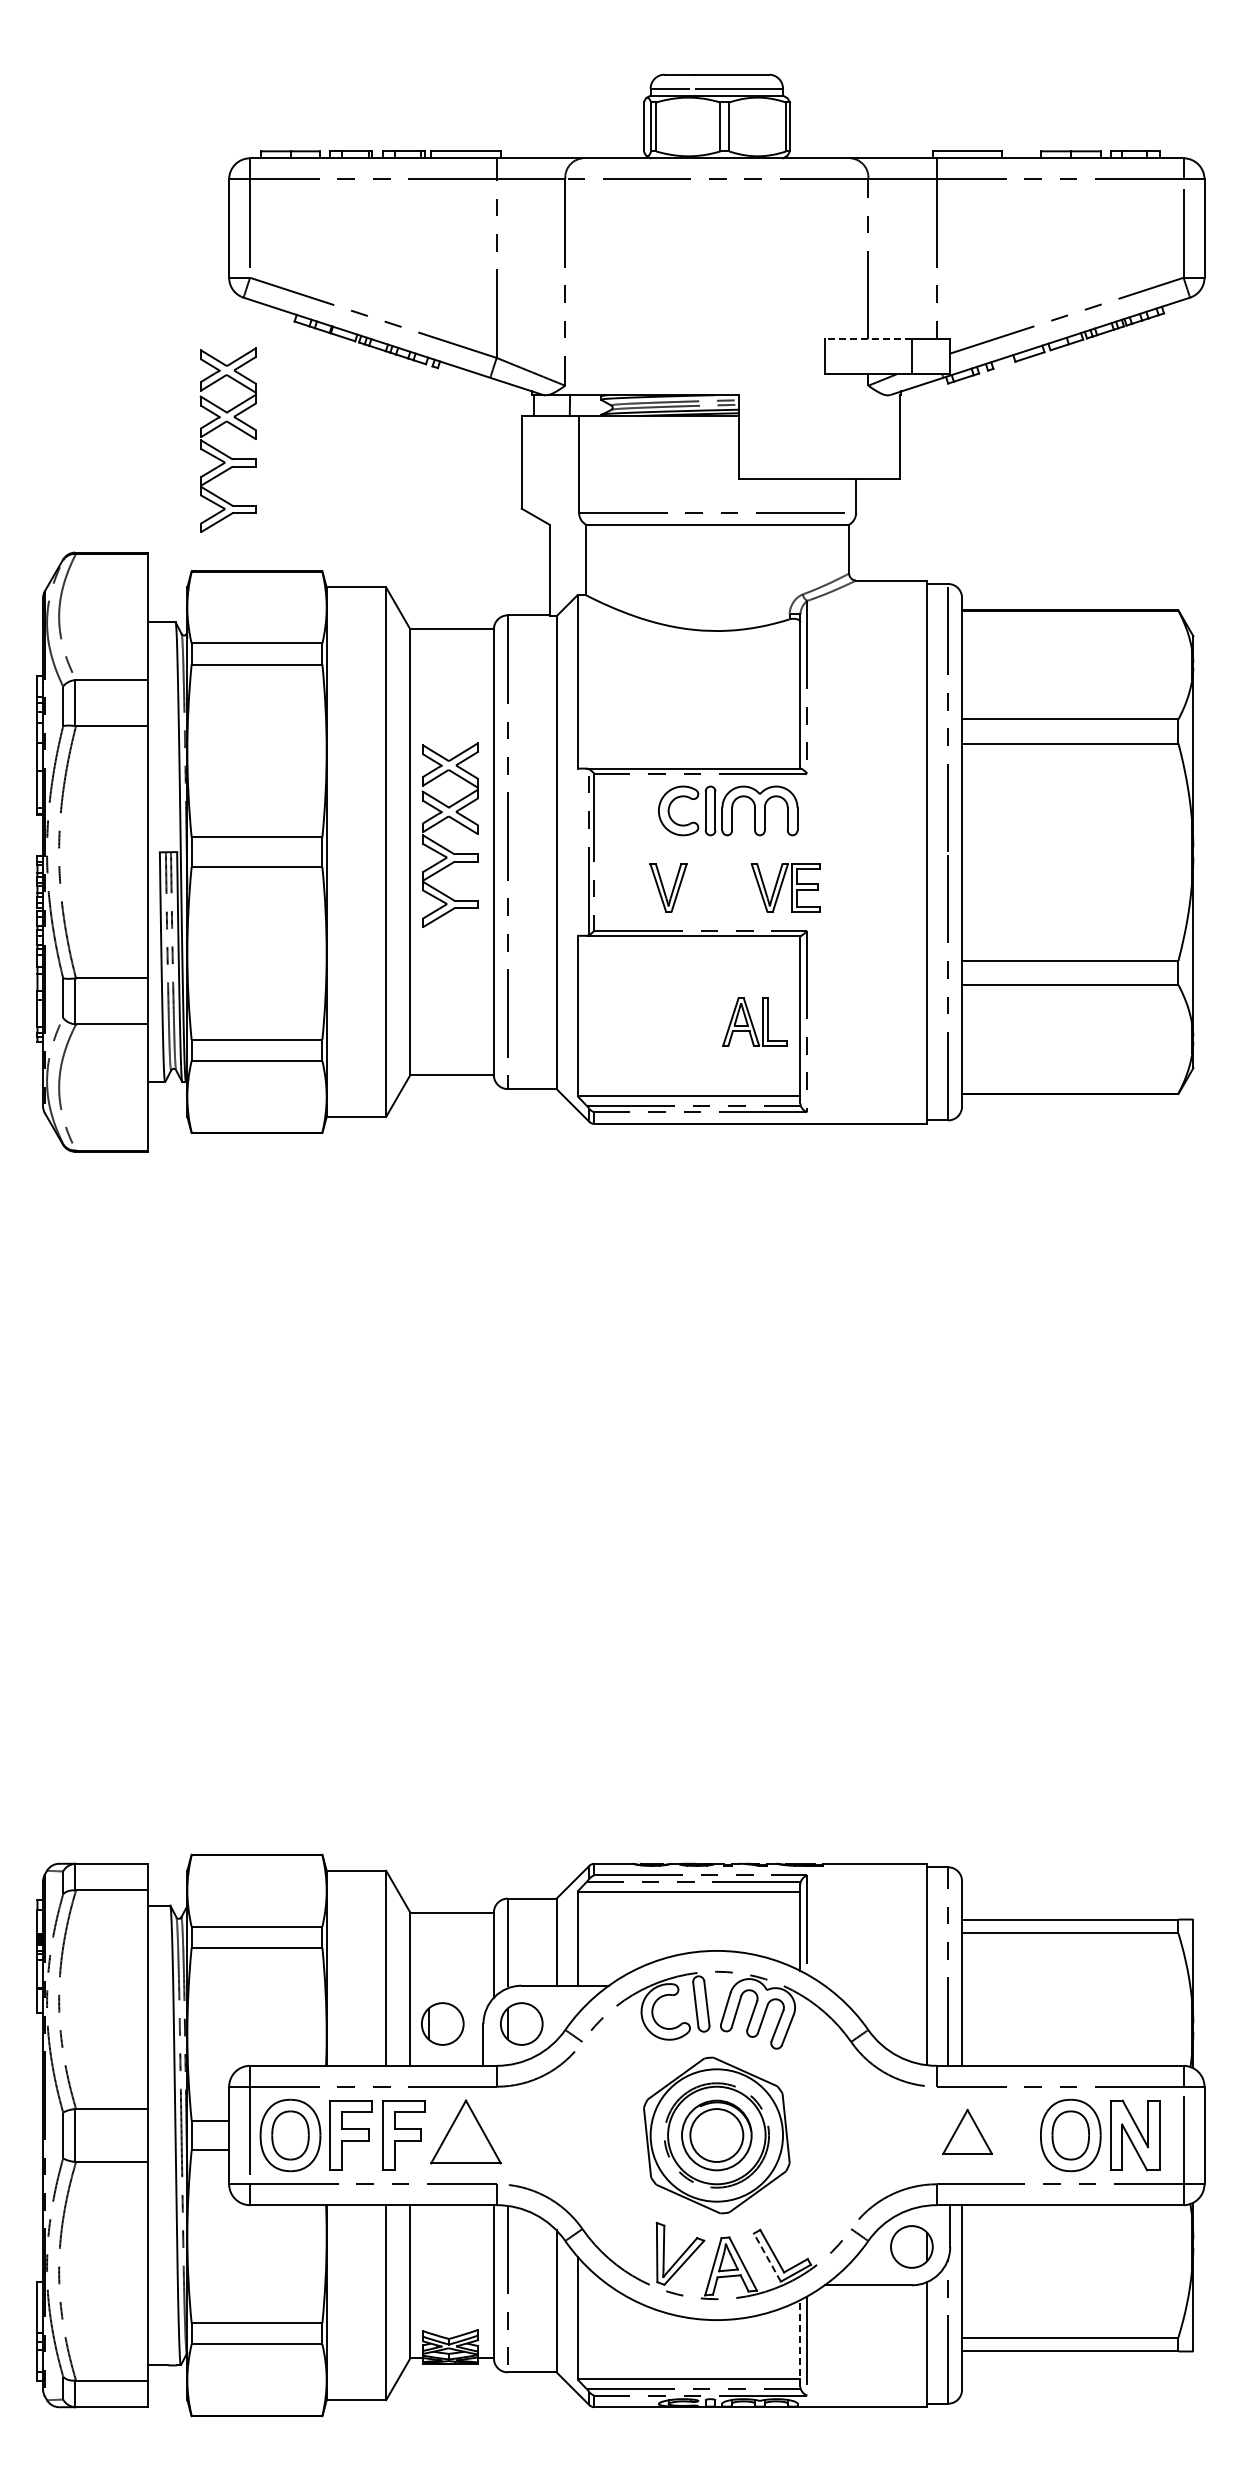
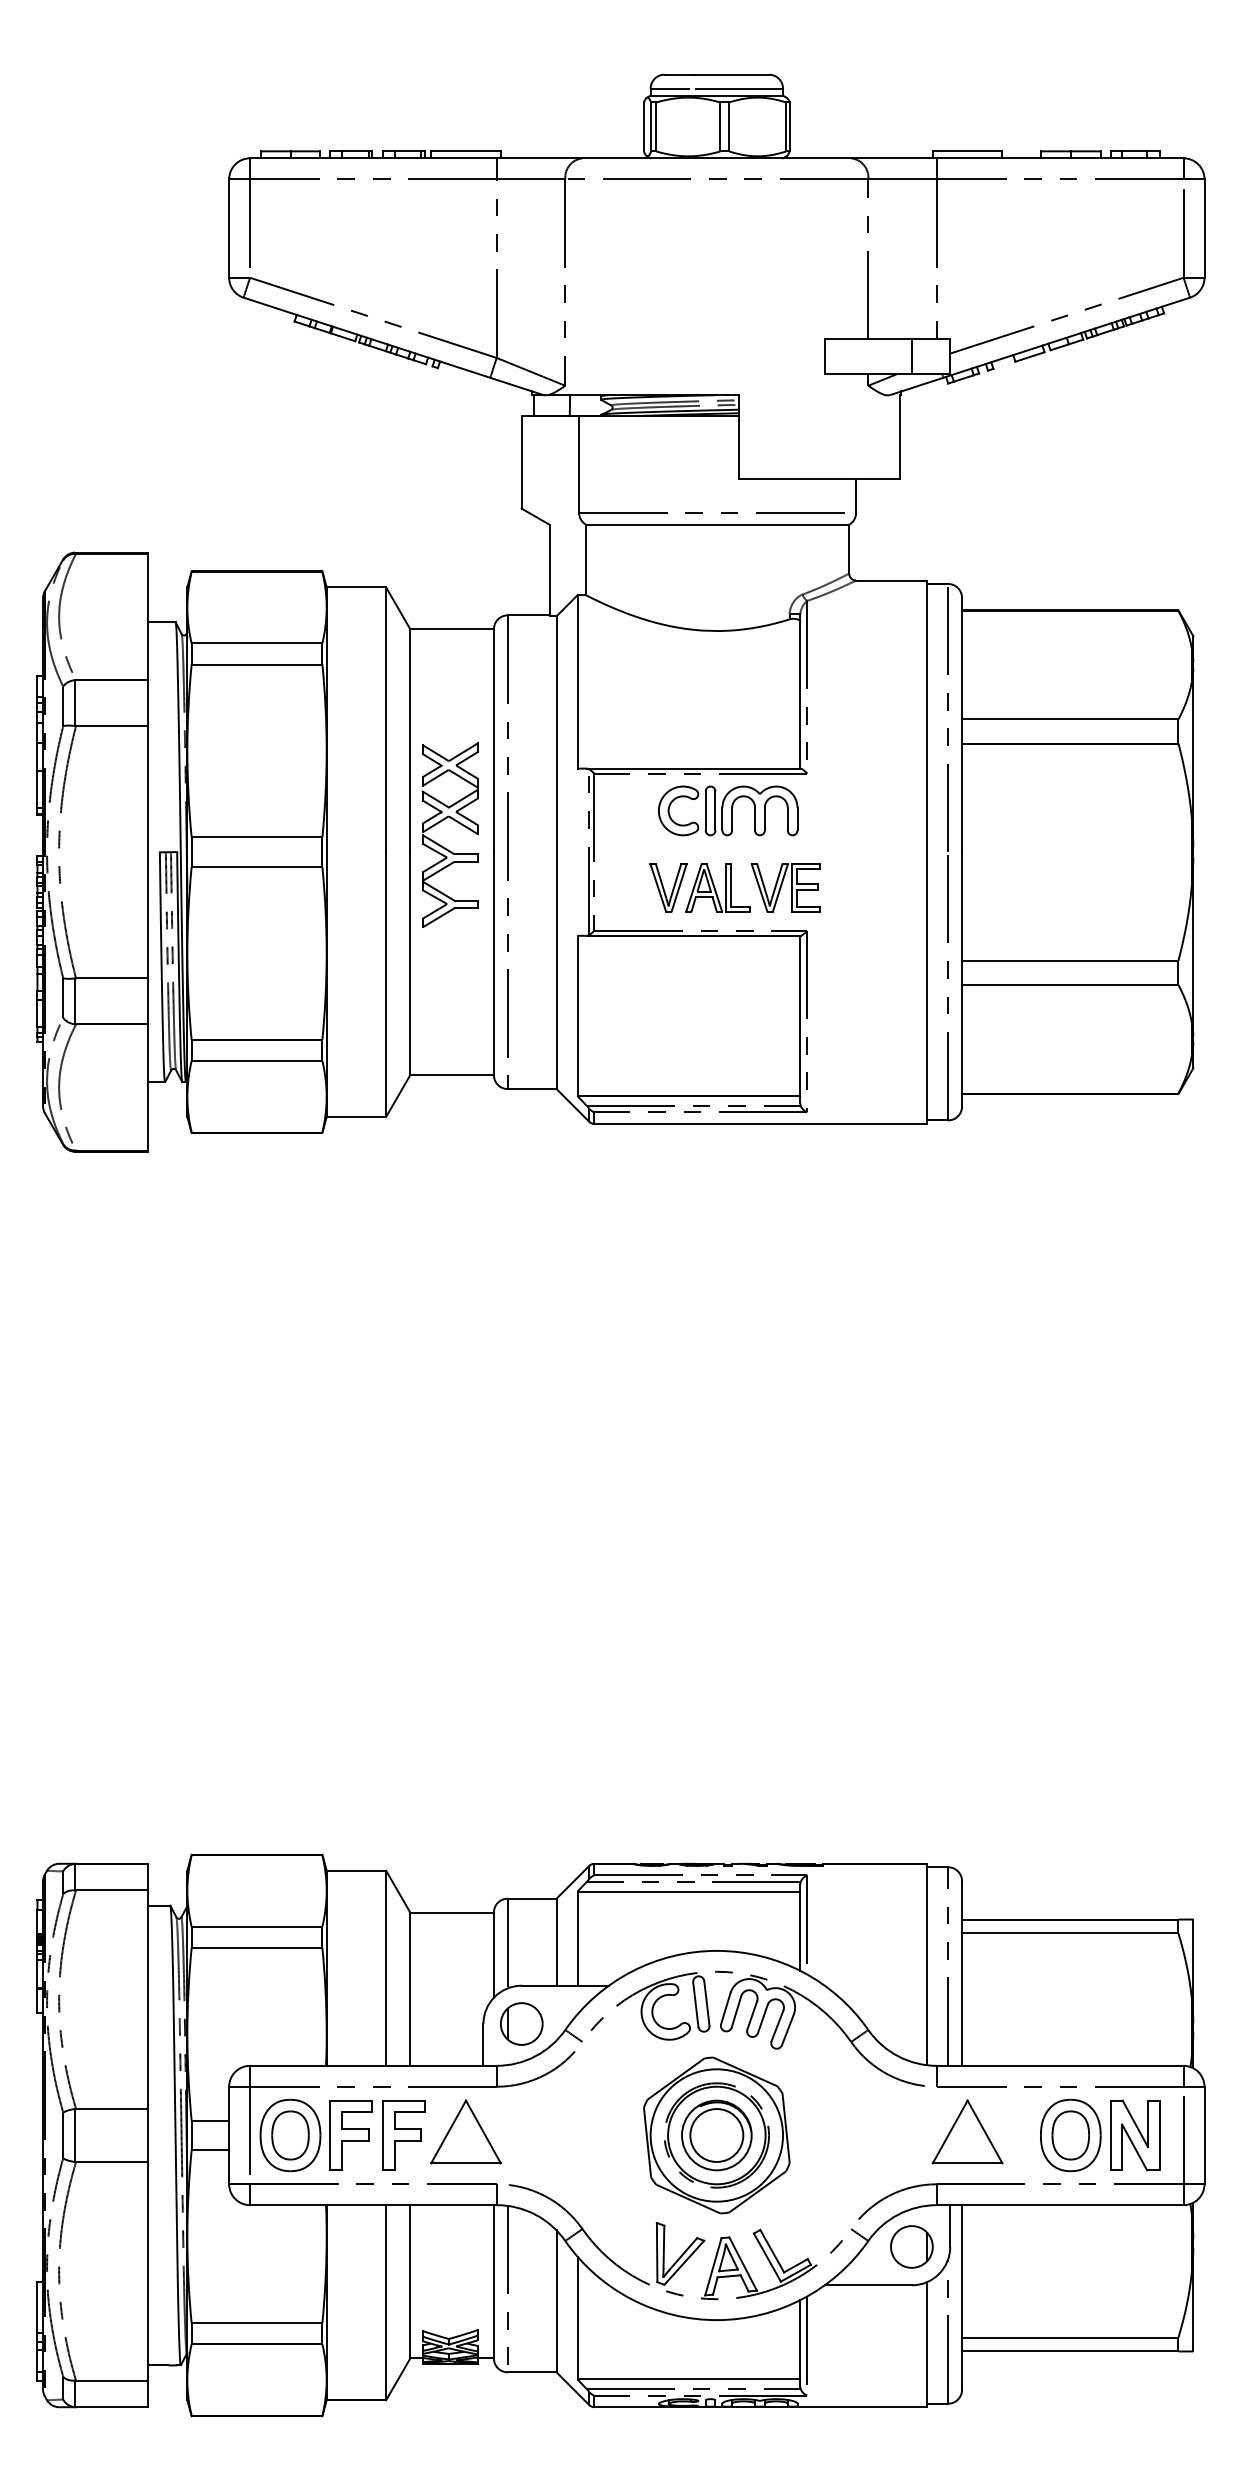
line at (868, 339): dashed -> solid
part at (221, 451): present -> none
part at (754, 1021) position: (754, 1021) -> (717, 887)
part at (442, 2023): present -> none
part at (967, 2131) size: 51x47 px -> 73x66 px
line at (767, 2257): dashed -> solid
line at (800, 2342): dashed -> solid
